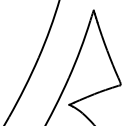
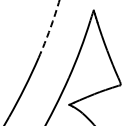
arc at (50, 28): solid -> dashed
